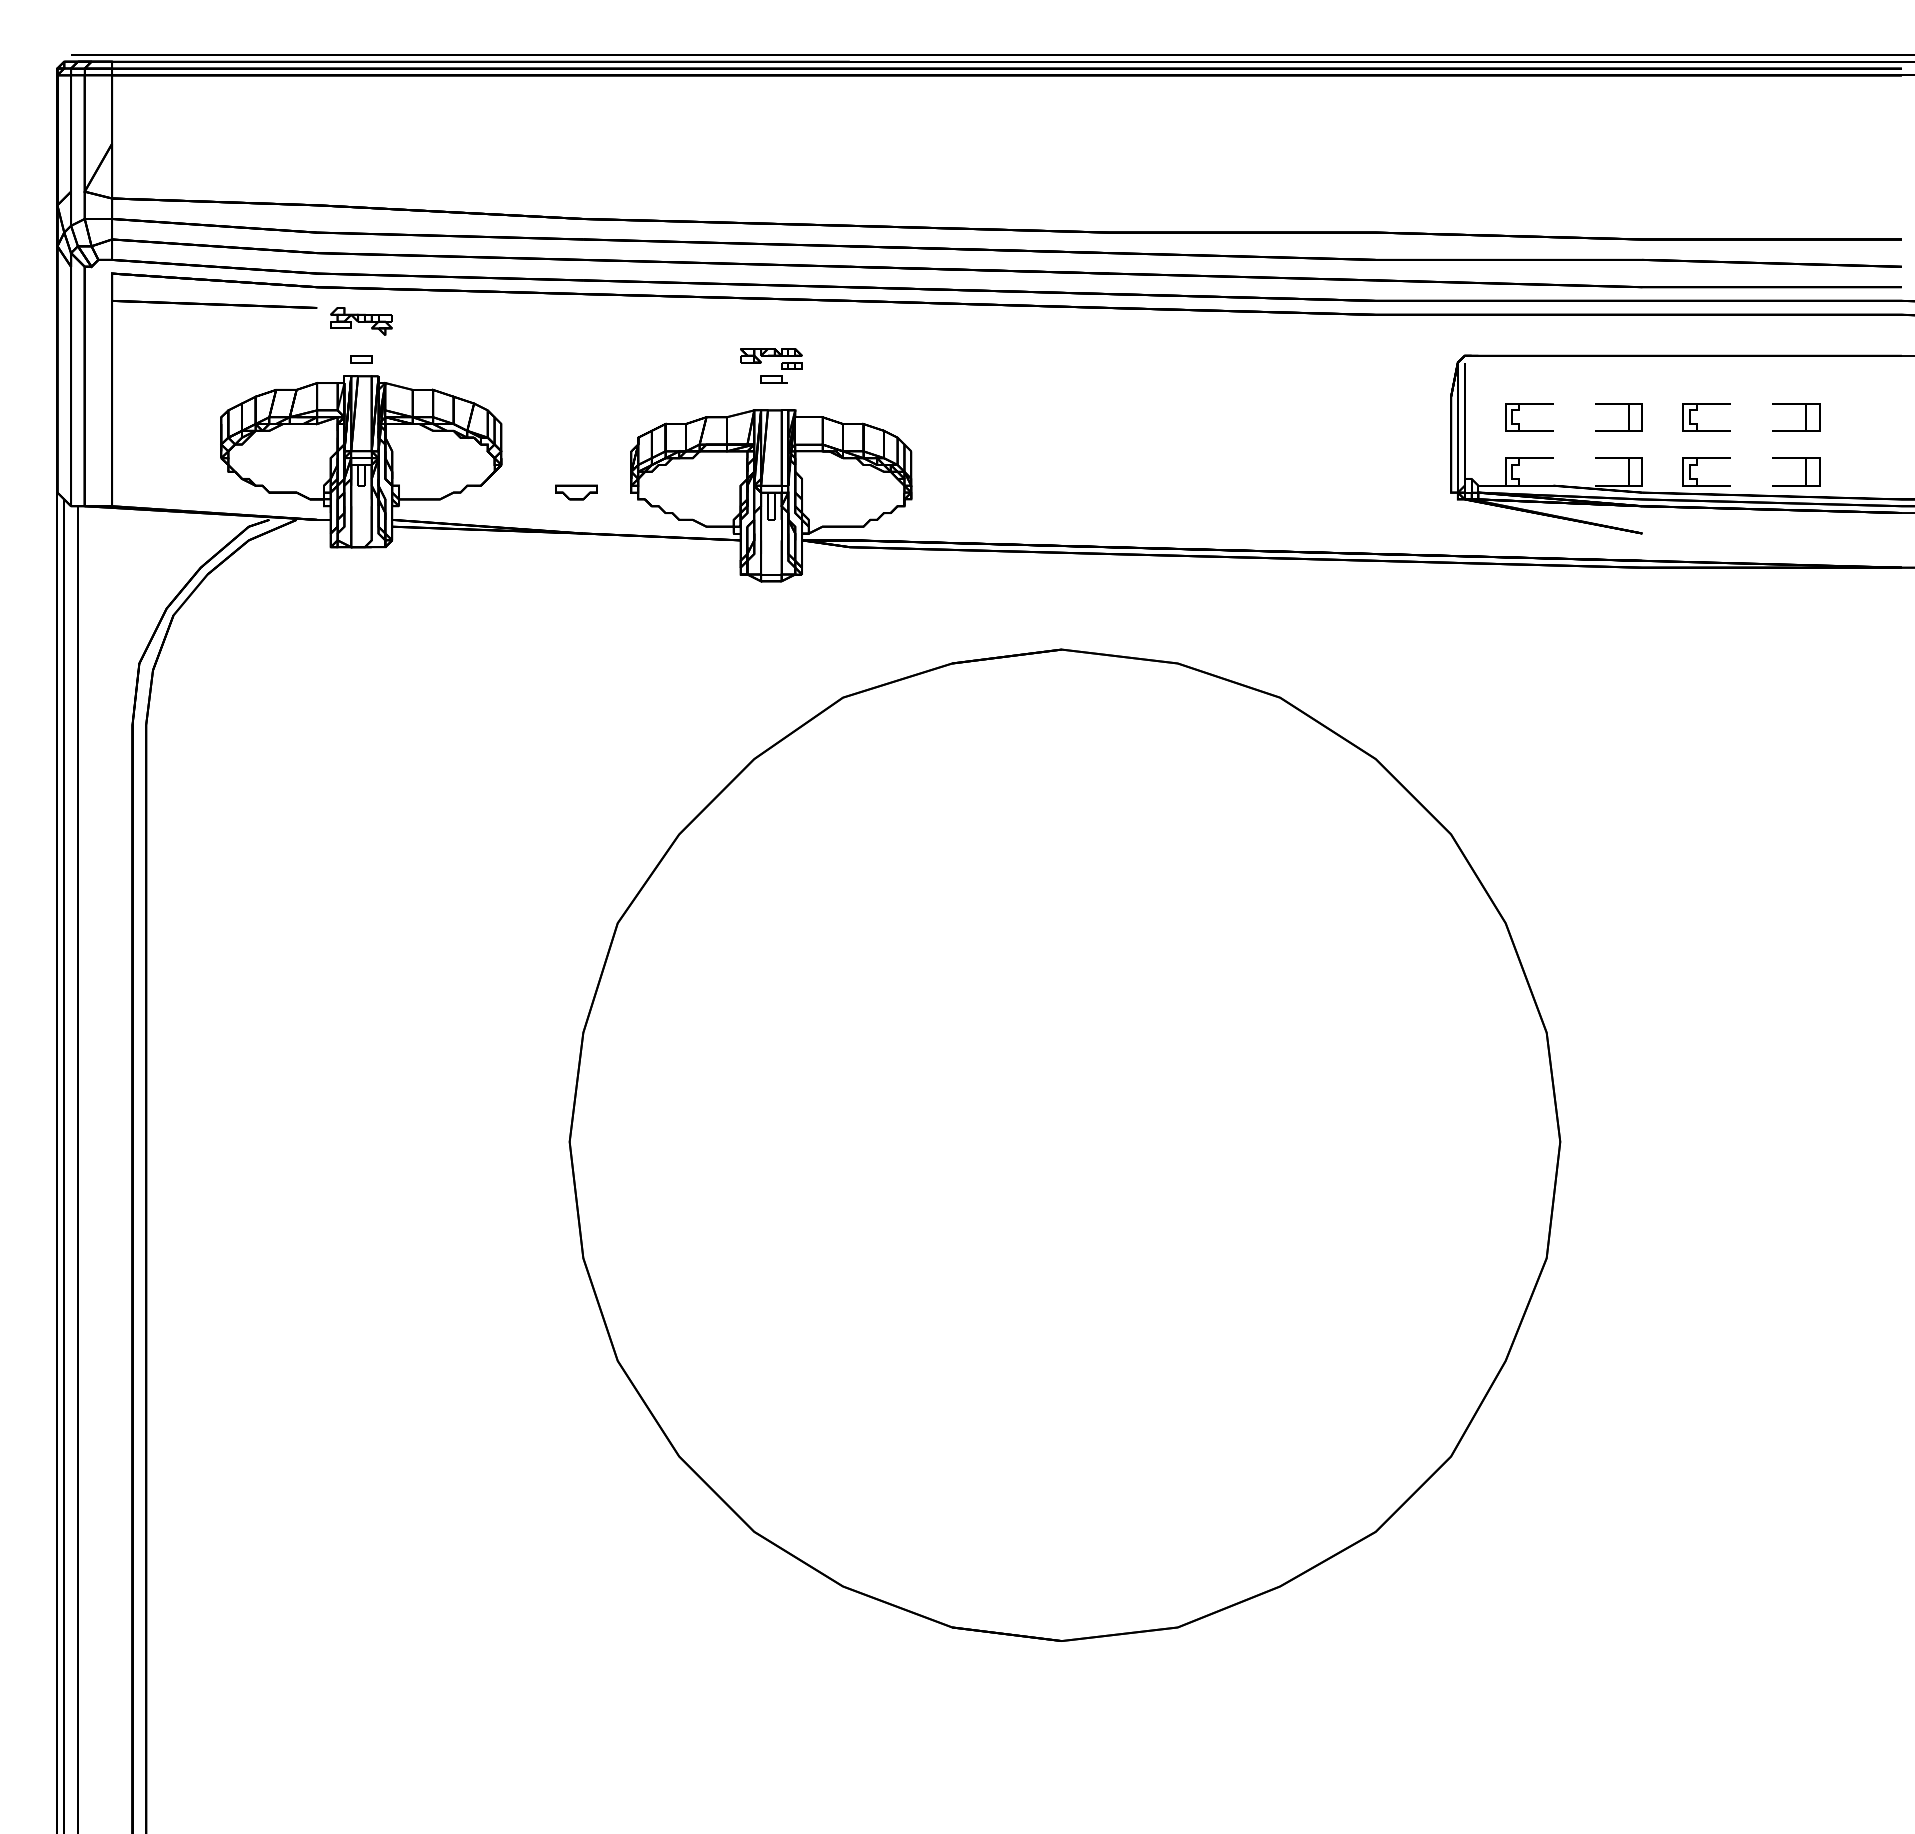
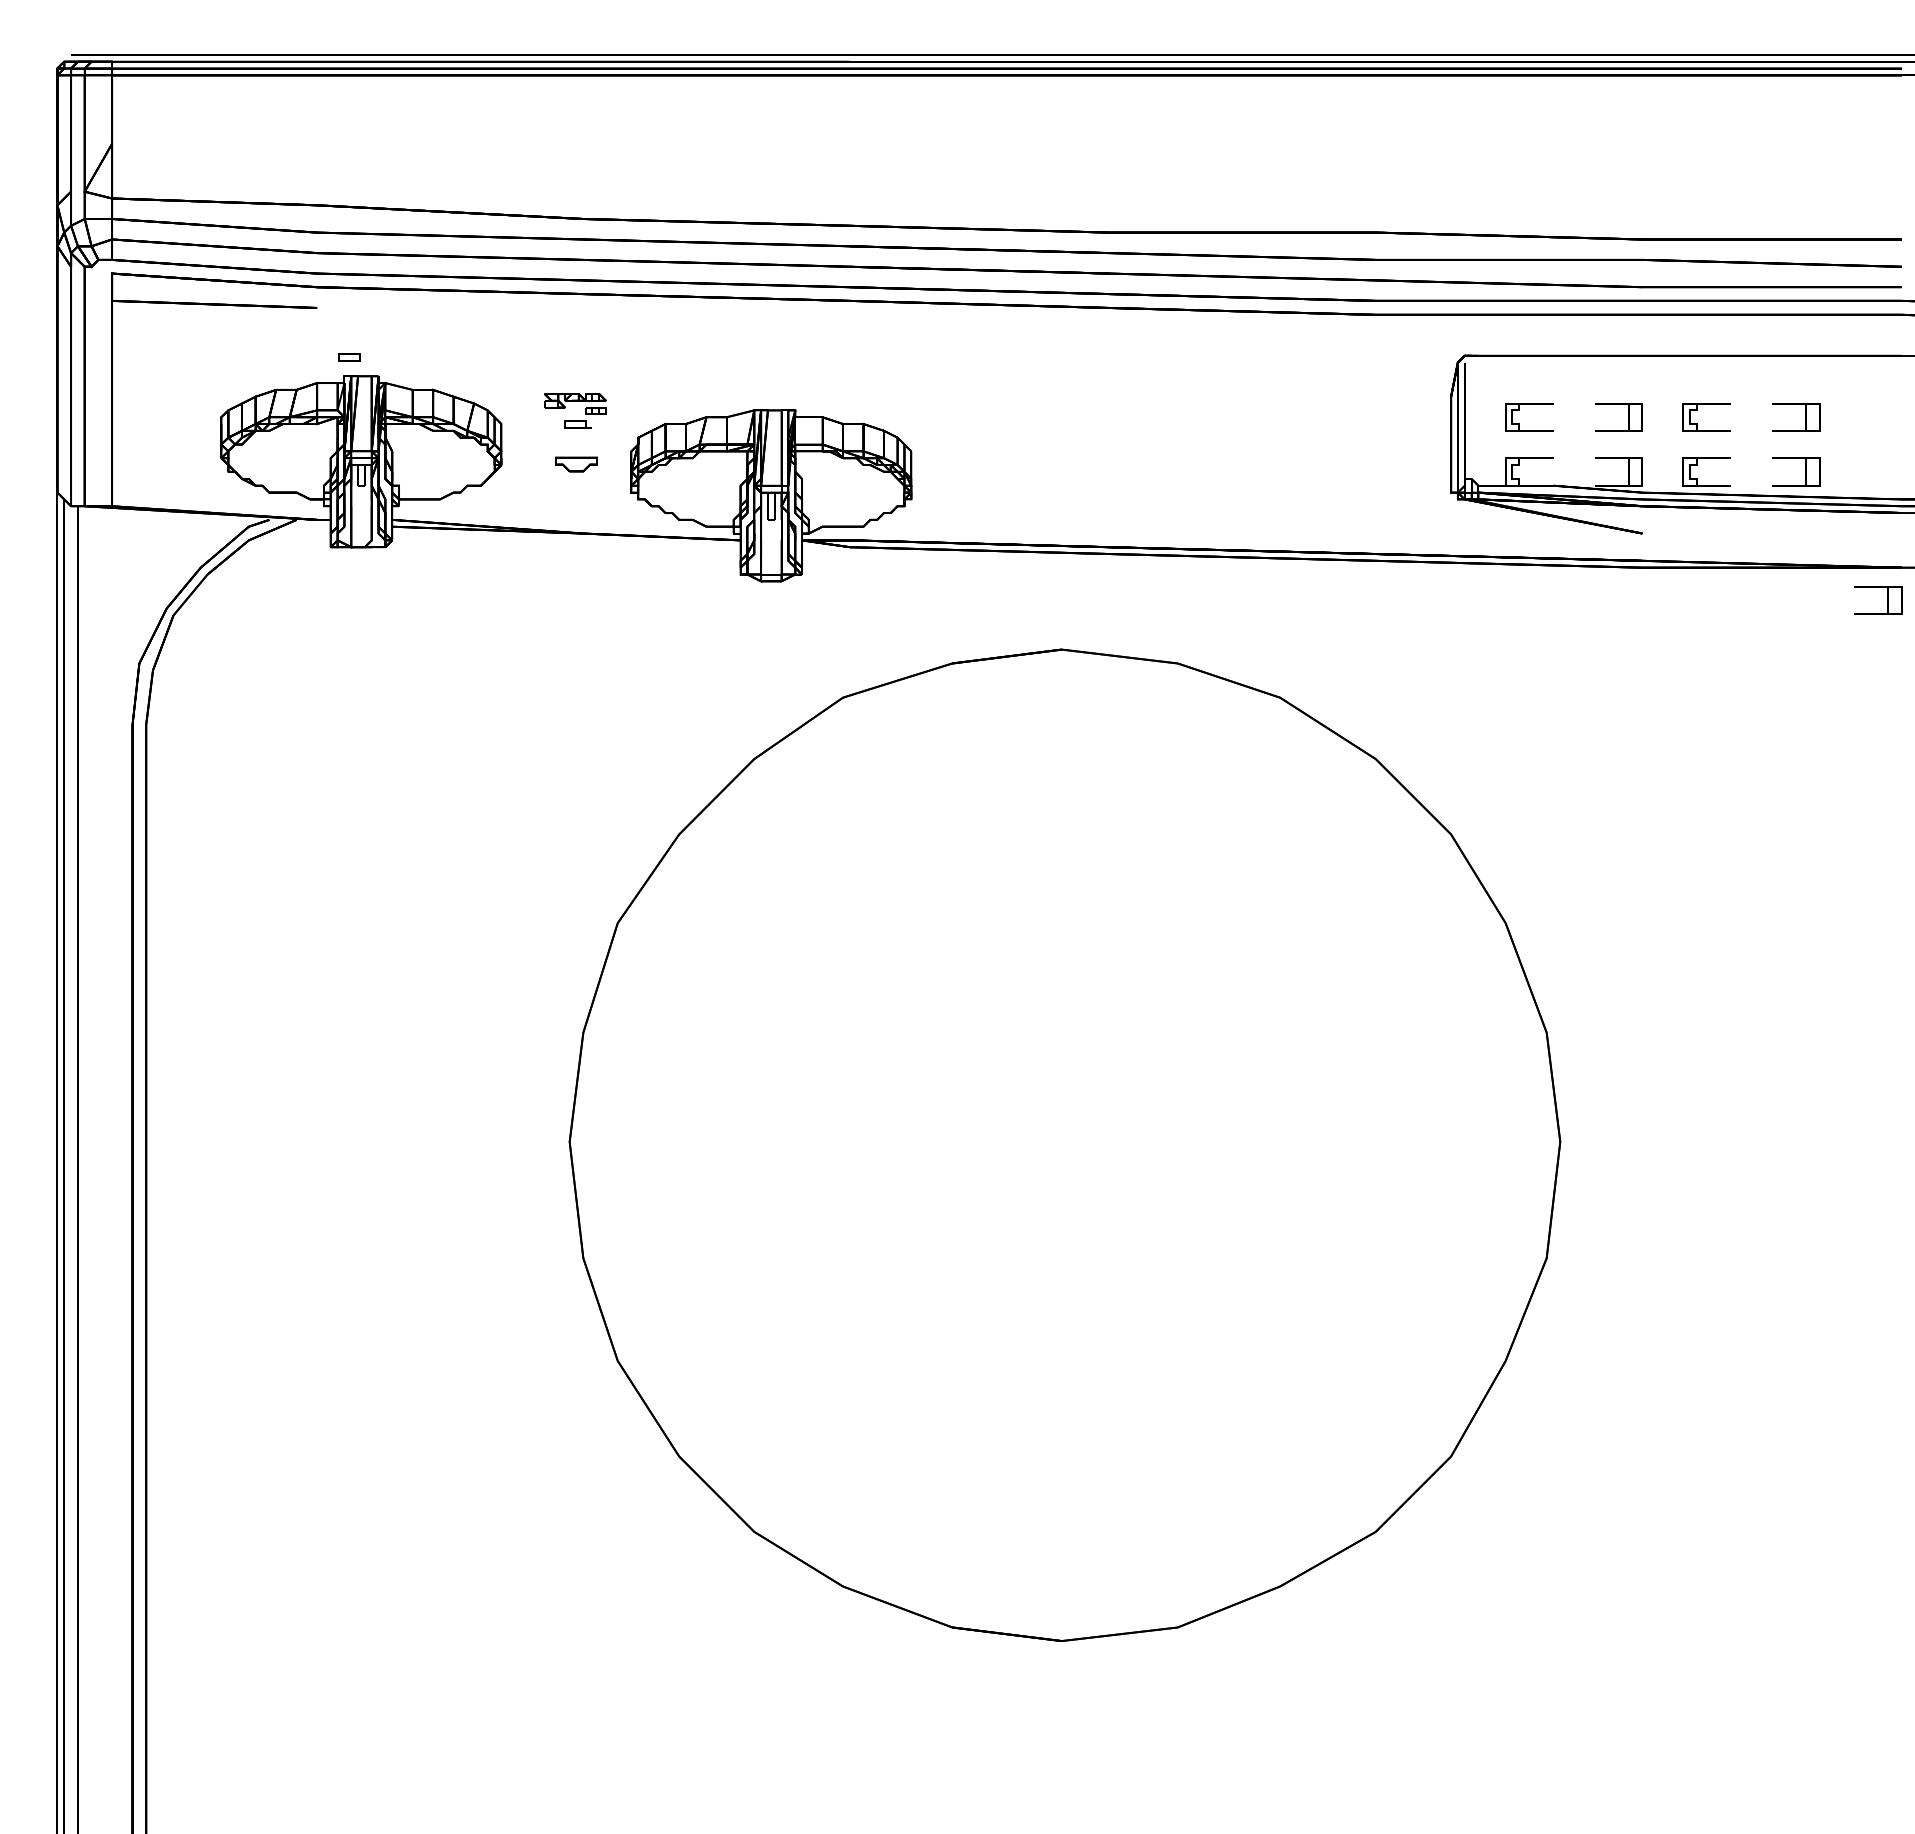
part at (361, 321): present -> none
part at (771, 356) position: (771, 356) -> (575, 401)
part at (361, 359) position: (361, 359) -> (349, 357)
part at (576, 492) position: (576, 492) -> (576, 464)
part at (1887, 600): none -> present
